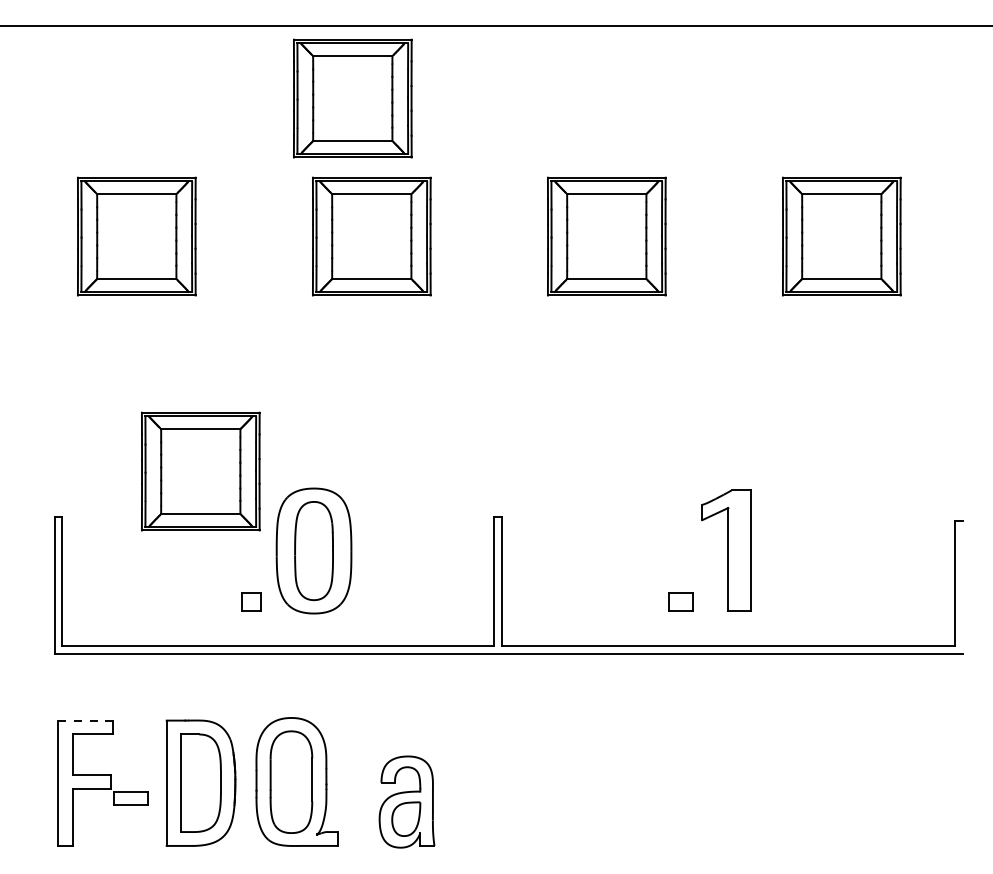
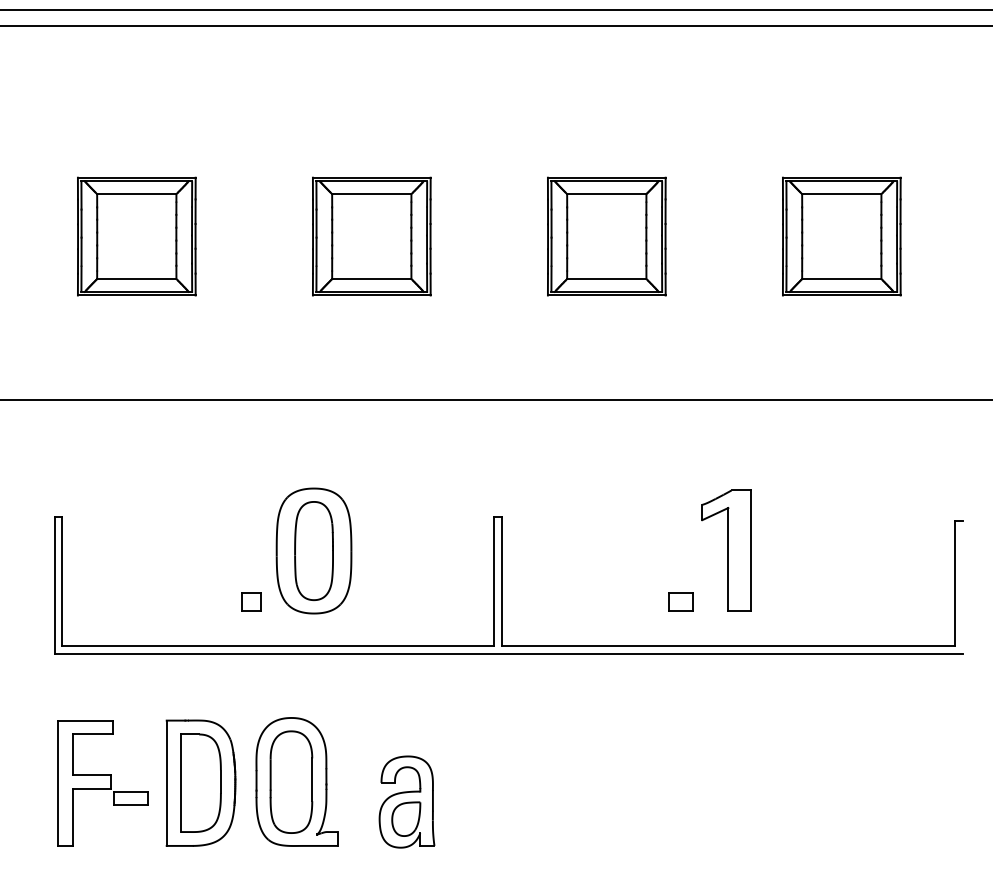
line at (495, 10): none -> present
part at (352, 98): present -> none
line at (495, 399): none -> present
part at (200, 471): present -> none
line at (86, 720): dashed -> solid
